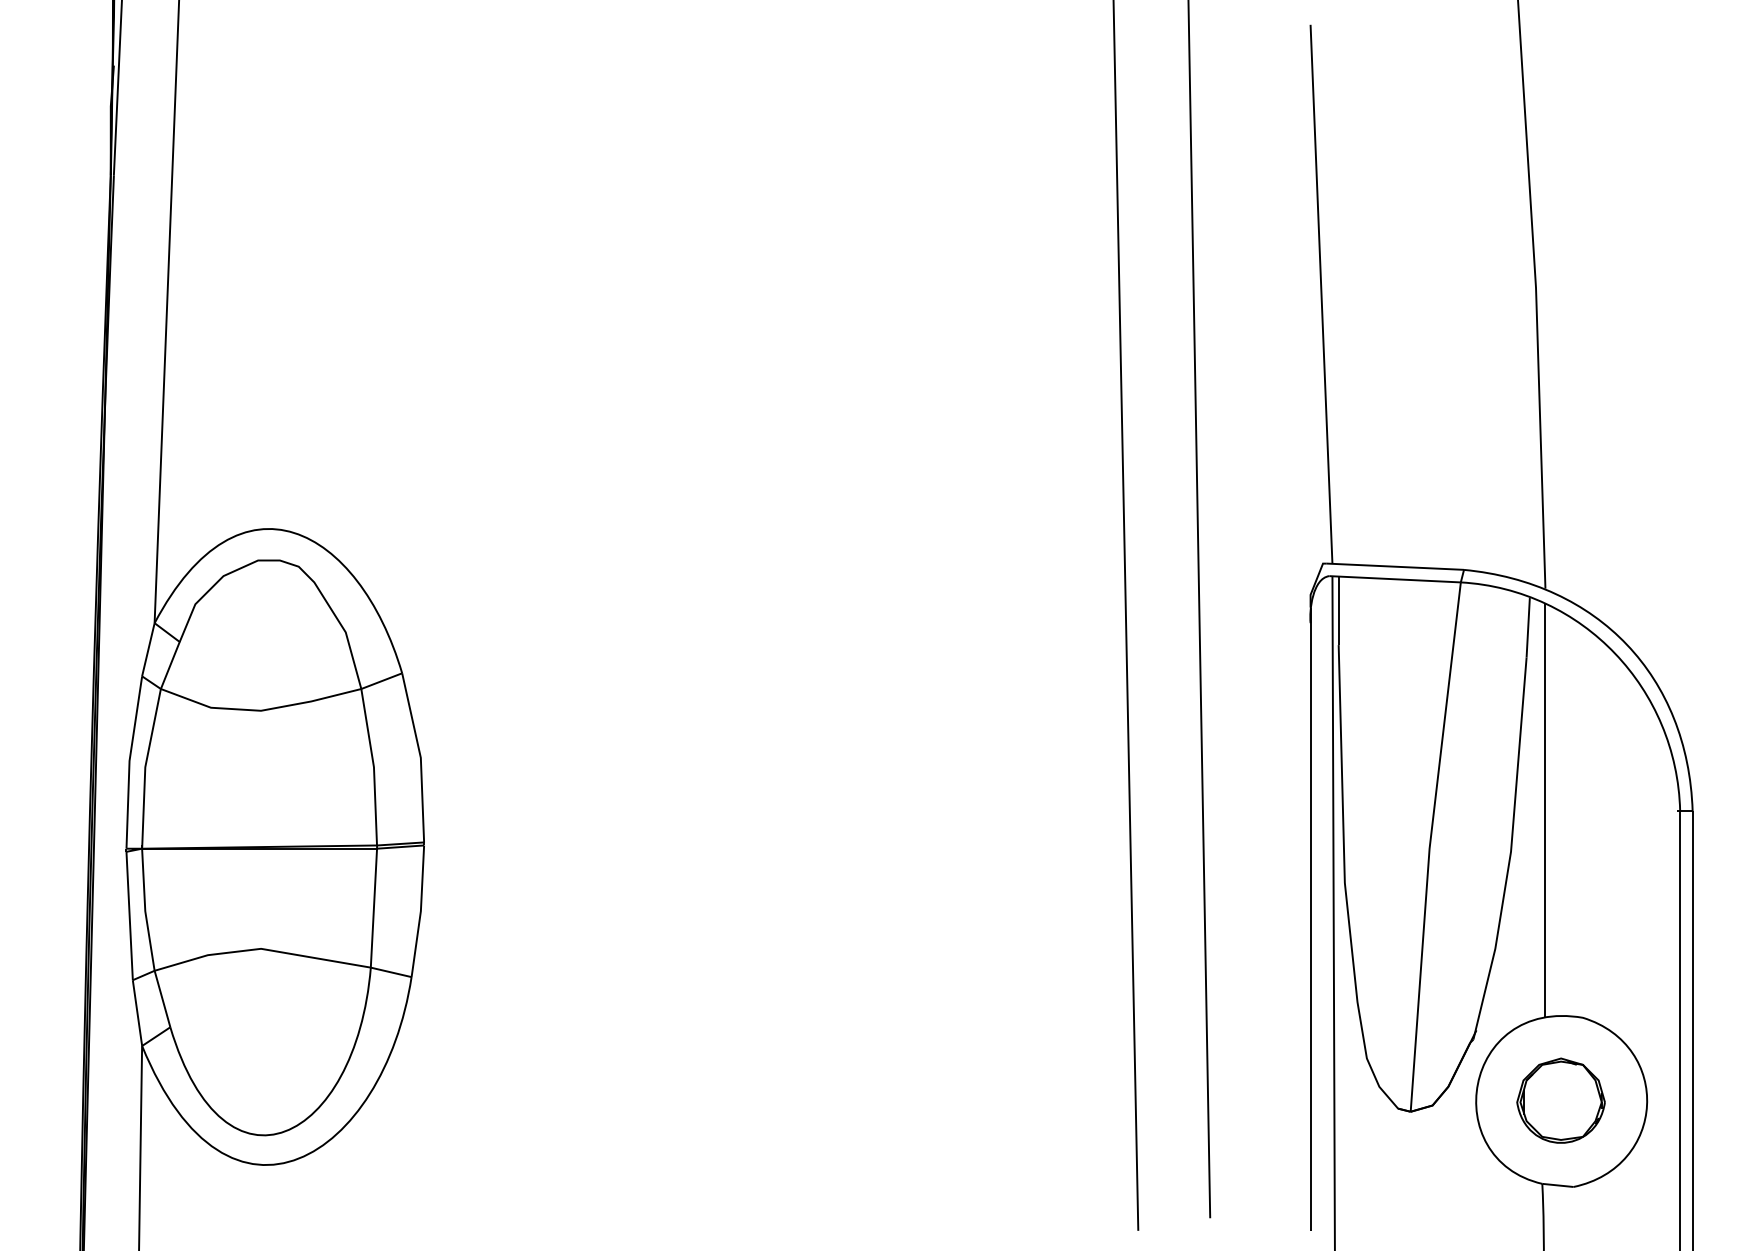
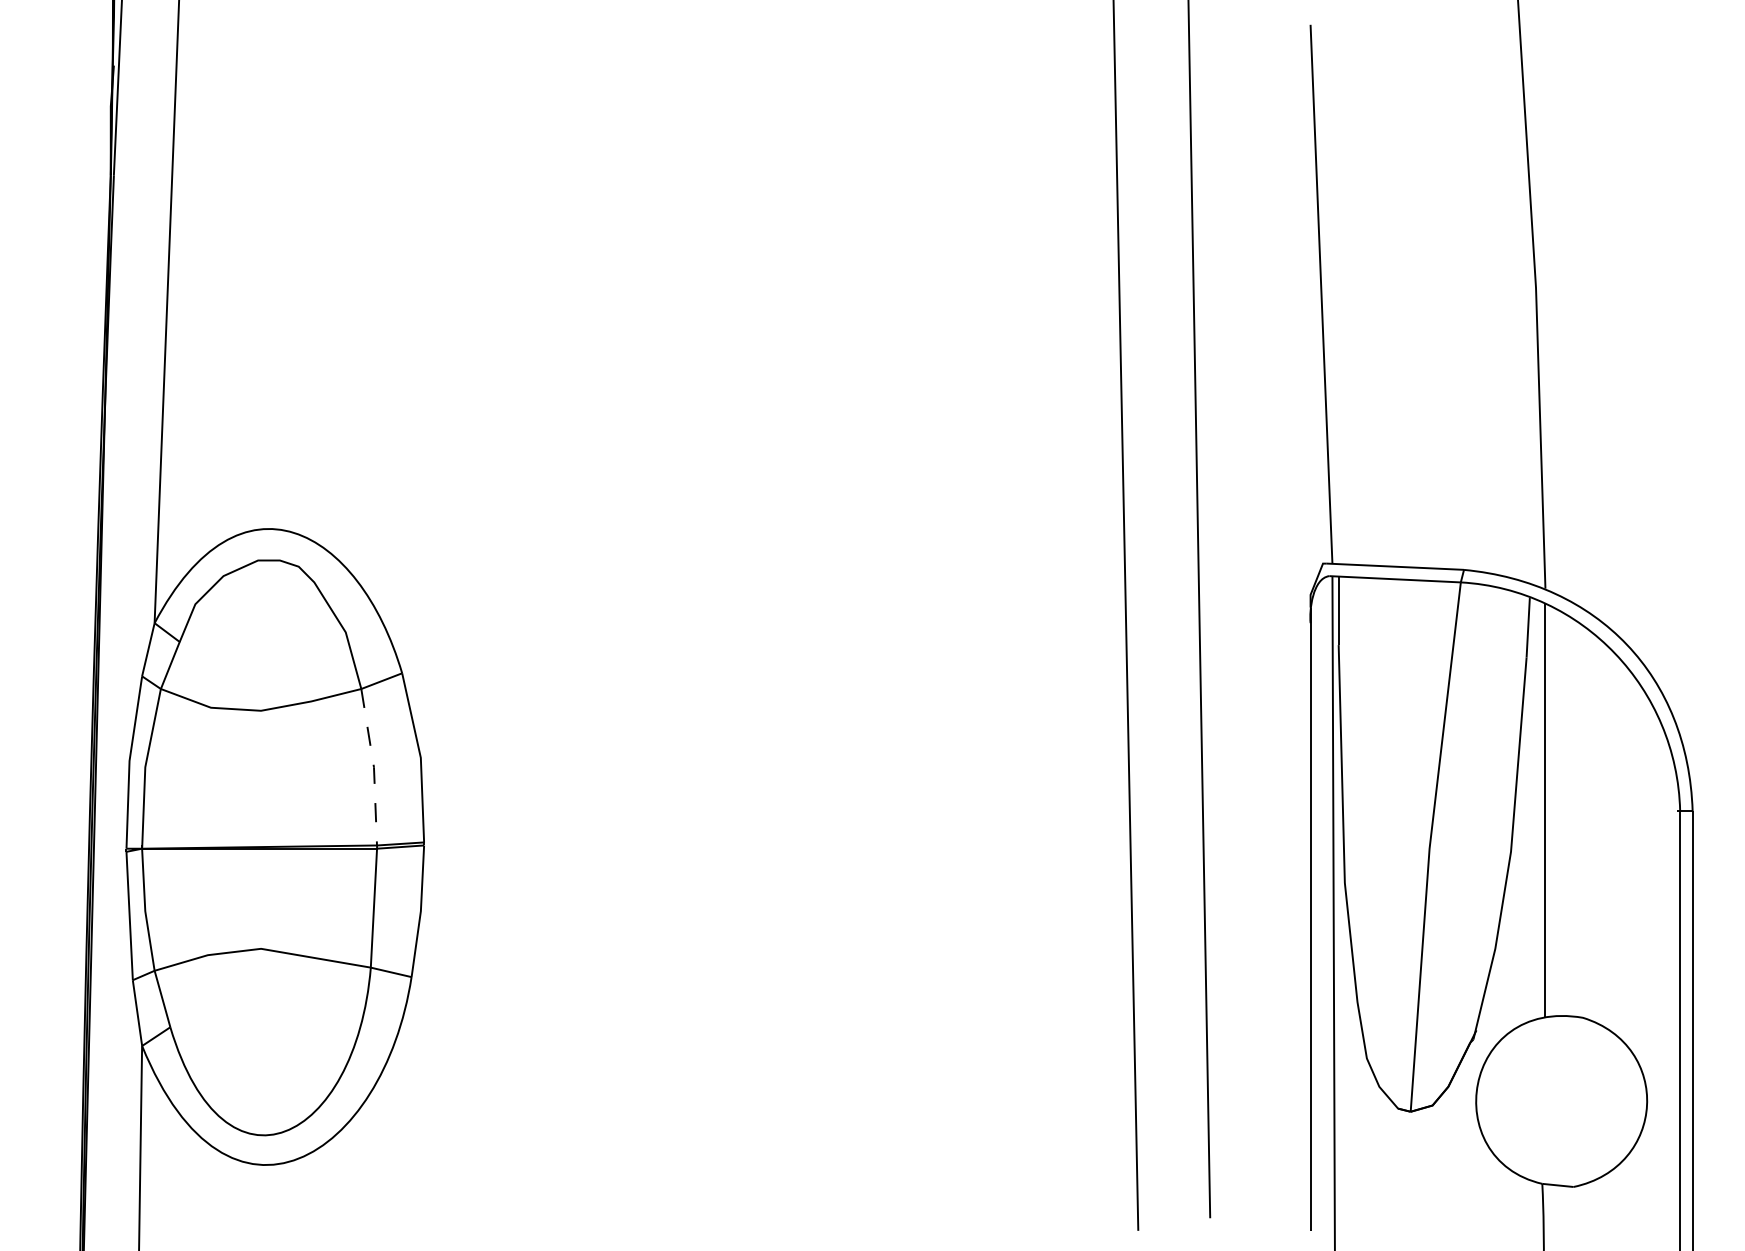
line at (373, 767): solid -> dashed
part at (1560, 1100): present -> none
